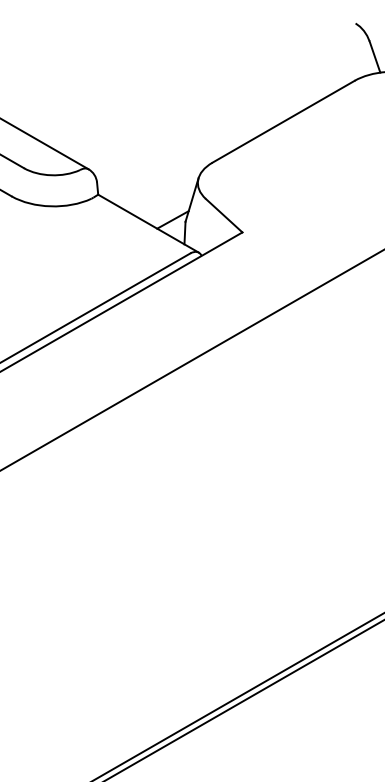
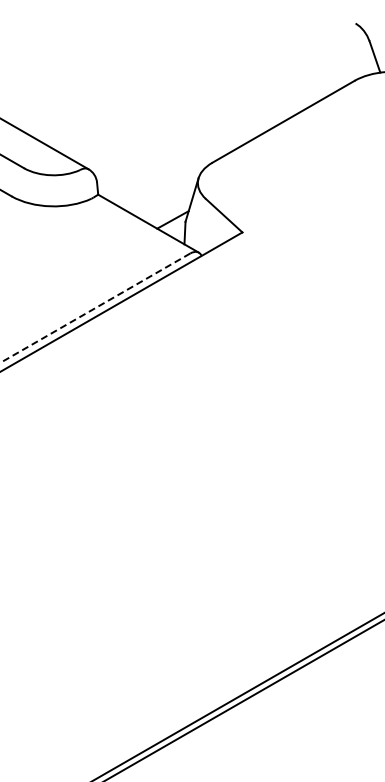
line at (95, 308): solid -> dashed
line at (191, 360): present -> none
